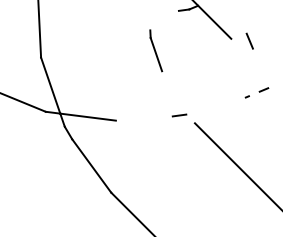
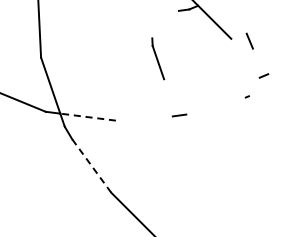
part at (156, 50) position: (156, 50) -> (158, 58)
line at (263, 89) position: (263, 89) -> (263, 75)
line at (87, 117): solid -> dashed
line at (91, 165): solid -> dashed
line at (236, 165): present -> none
